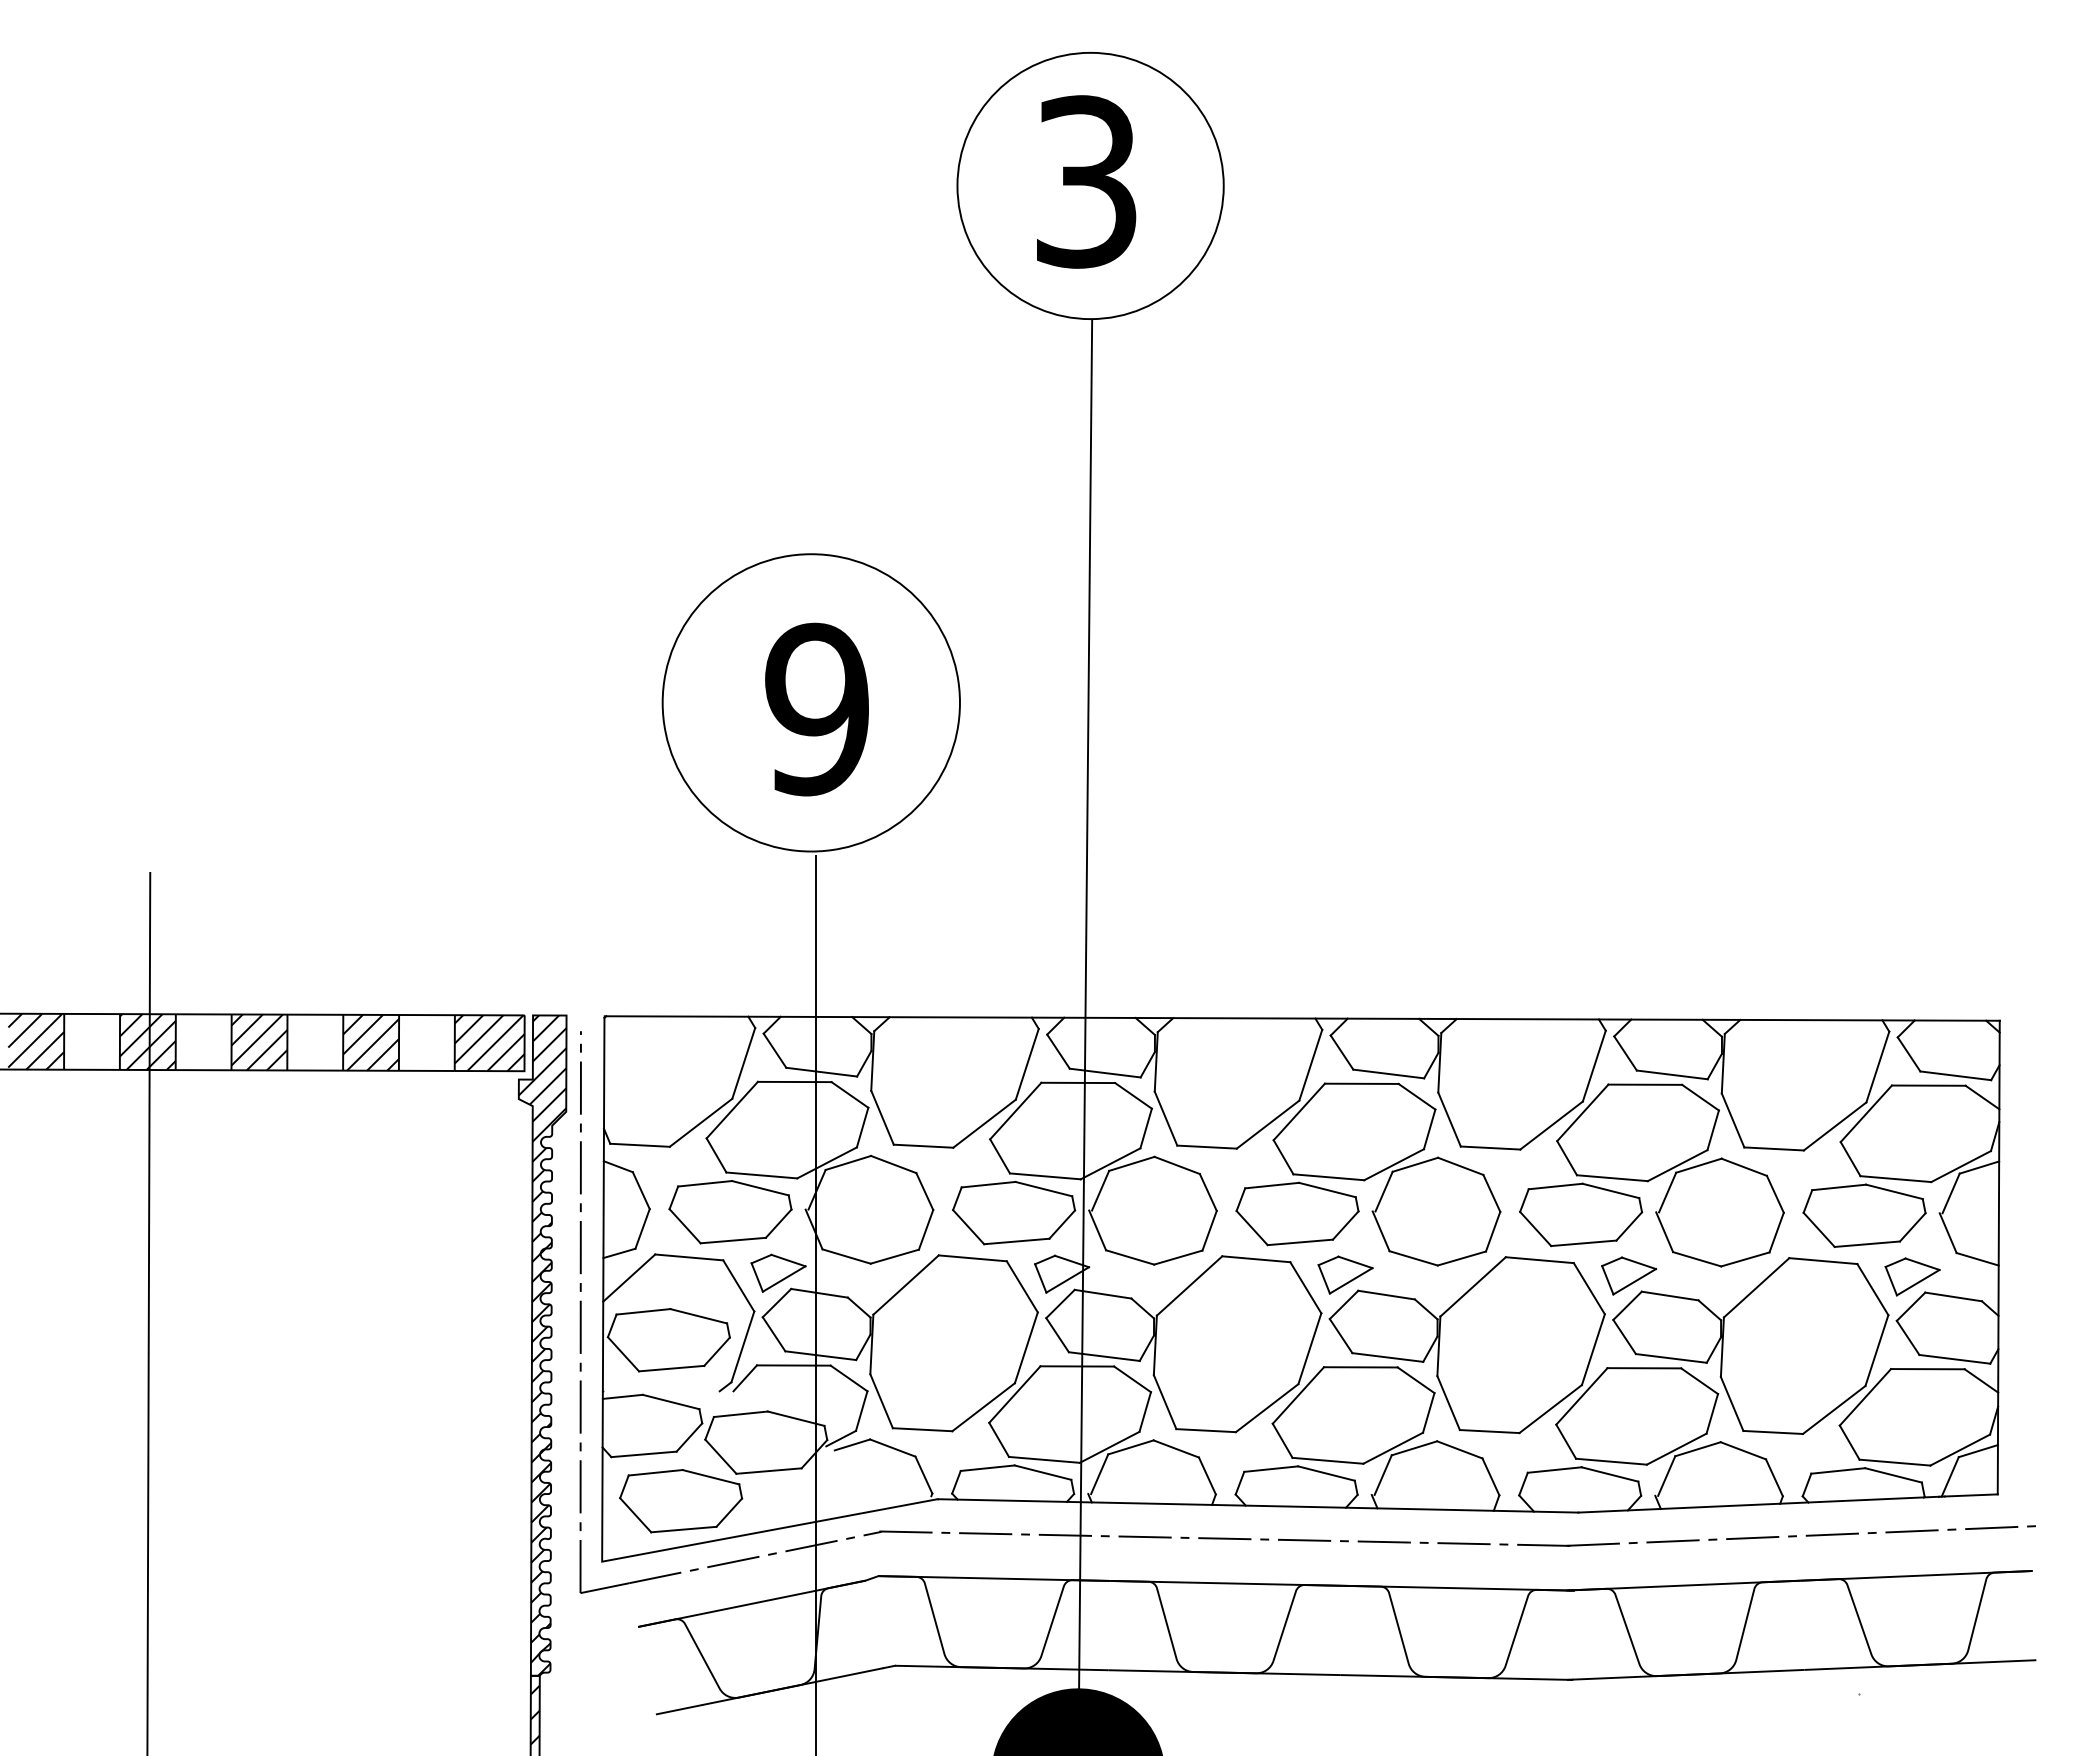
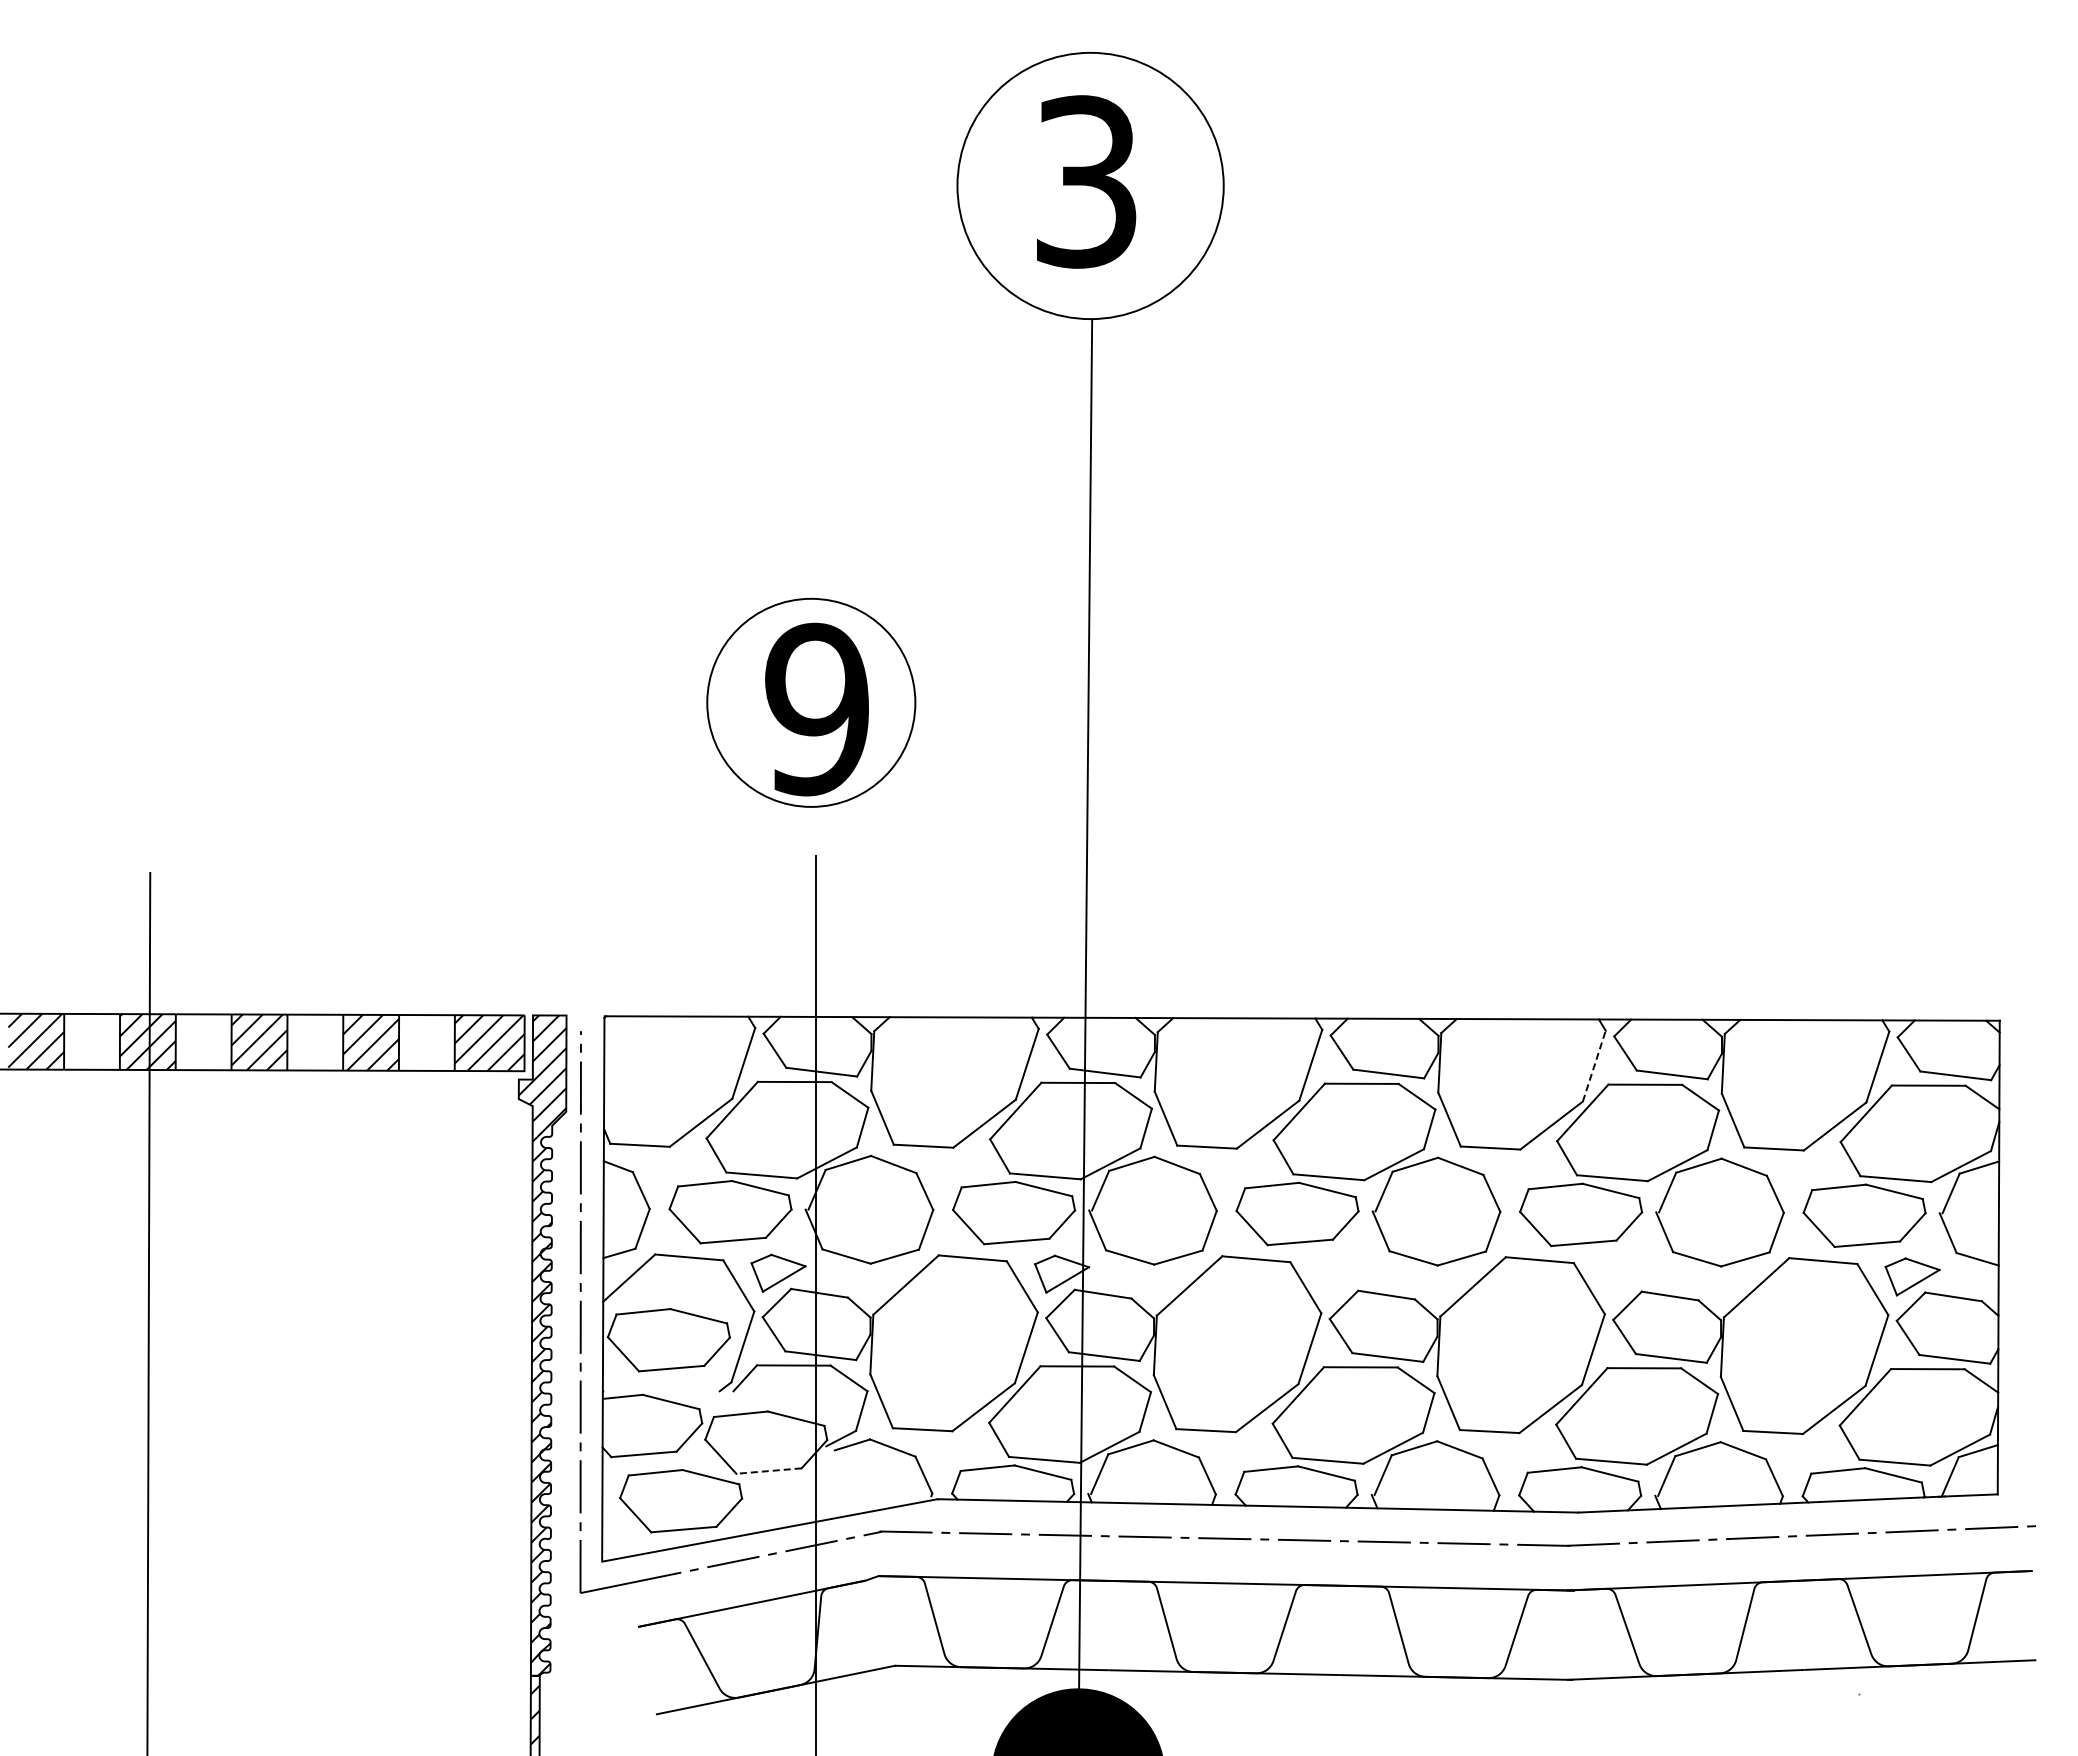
circle at (810, 702) diameter: 297 px -> 208 px
line at (1594, 1065): solid -> dashed
part at (1345, 1274): present -> none
part at (1629, 1275): present -> none
line at (769, 1471): solid -> dashed
